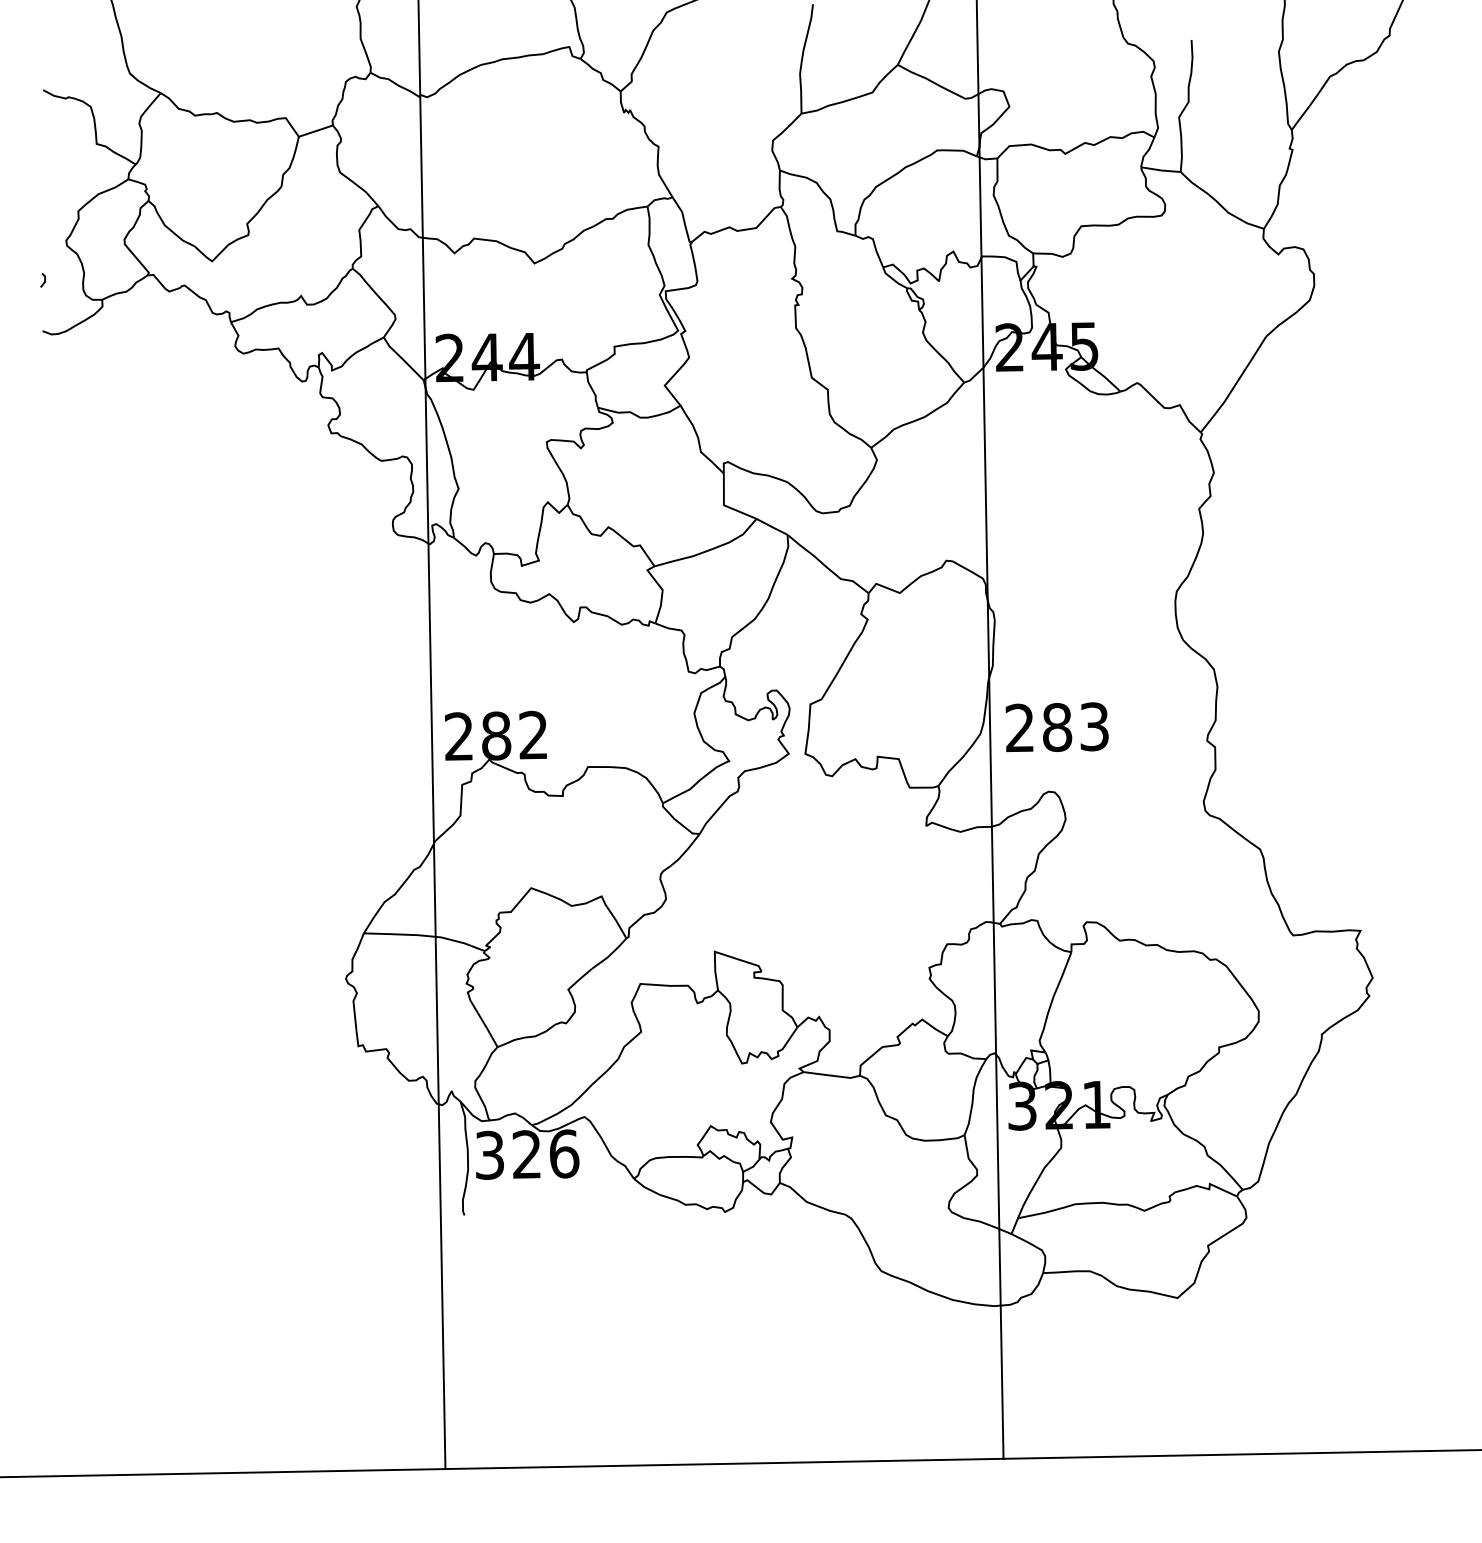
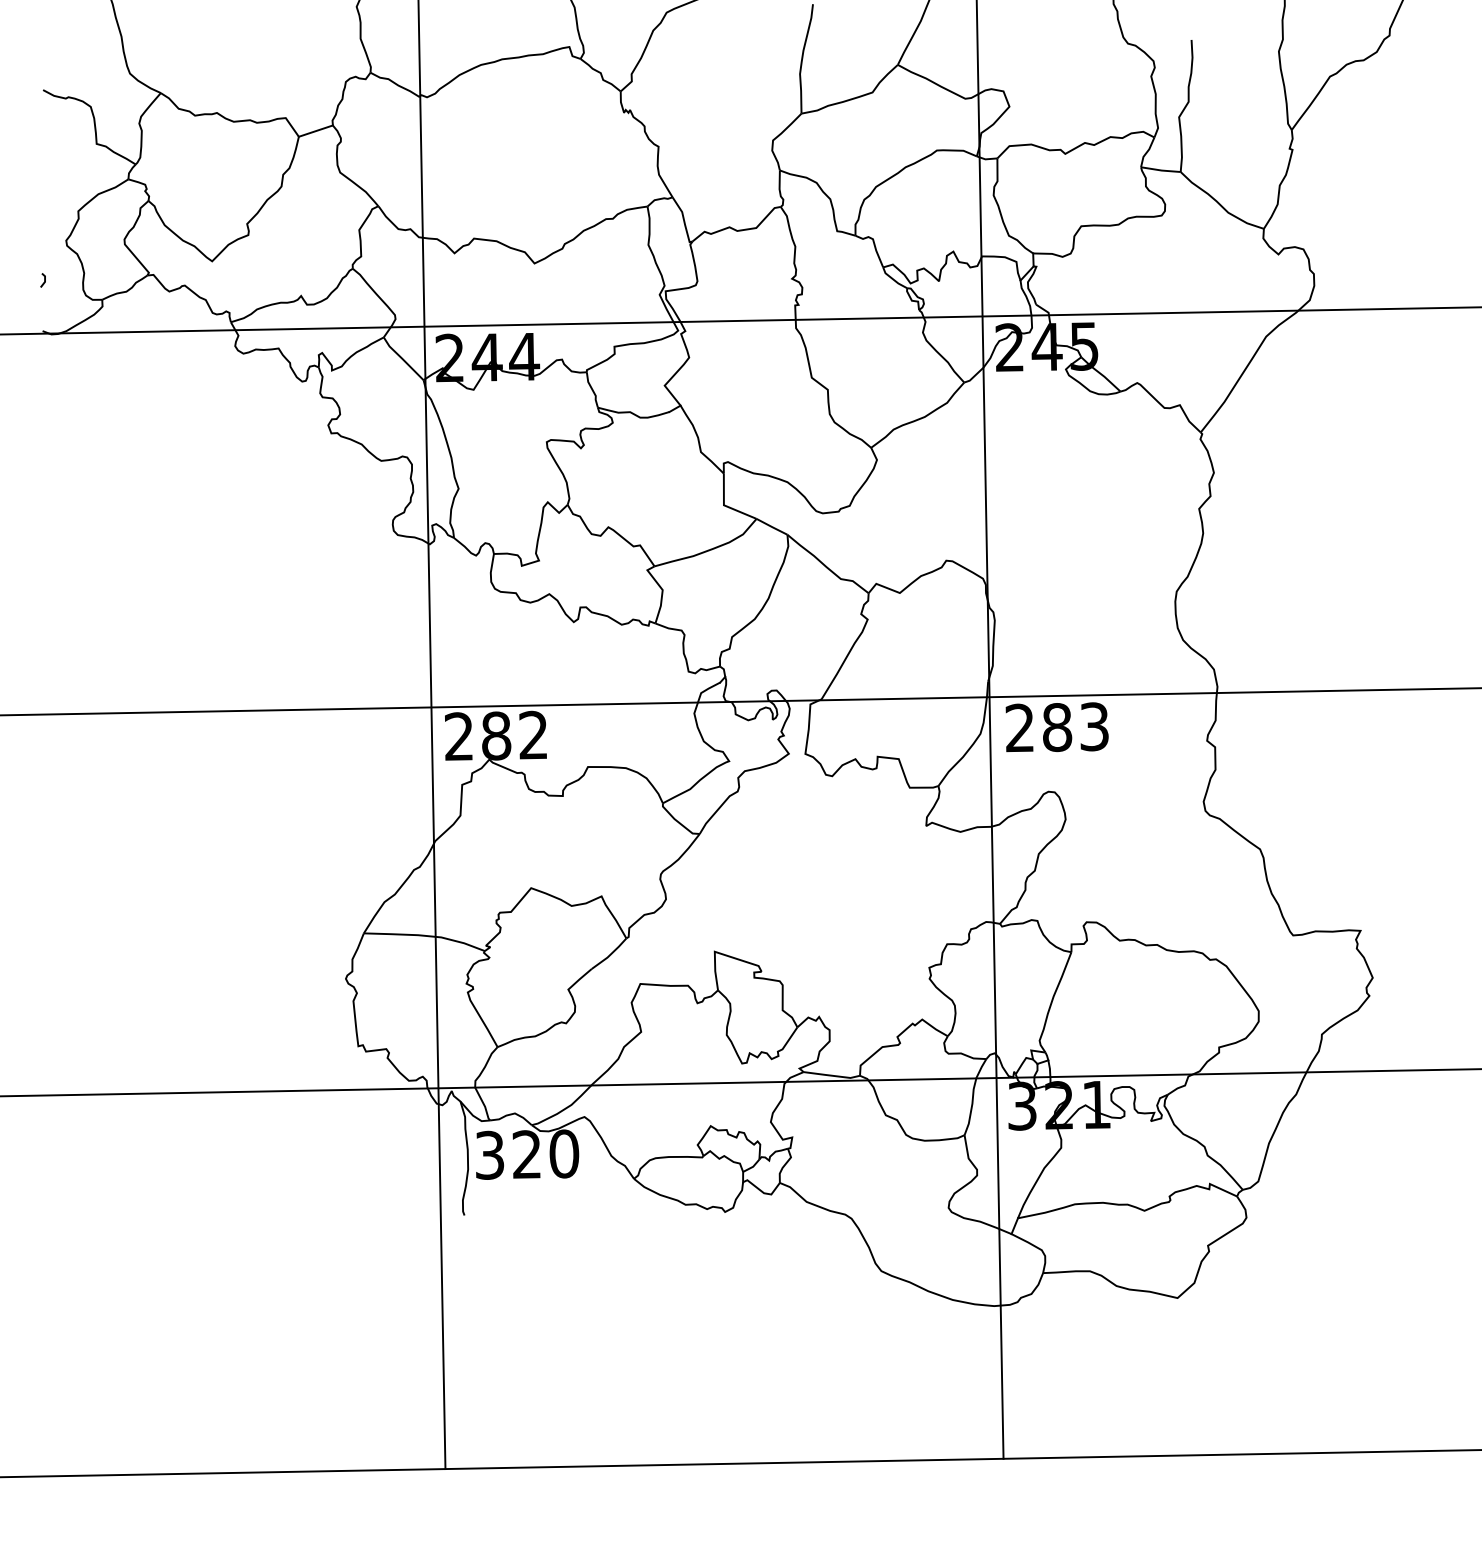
line at (740, 320): none -> present
line at (740, 701): none -> present
line at (740, 1082): none -> present
text at (564, 1153): 326 -> 320
